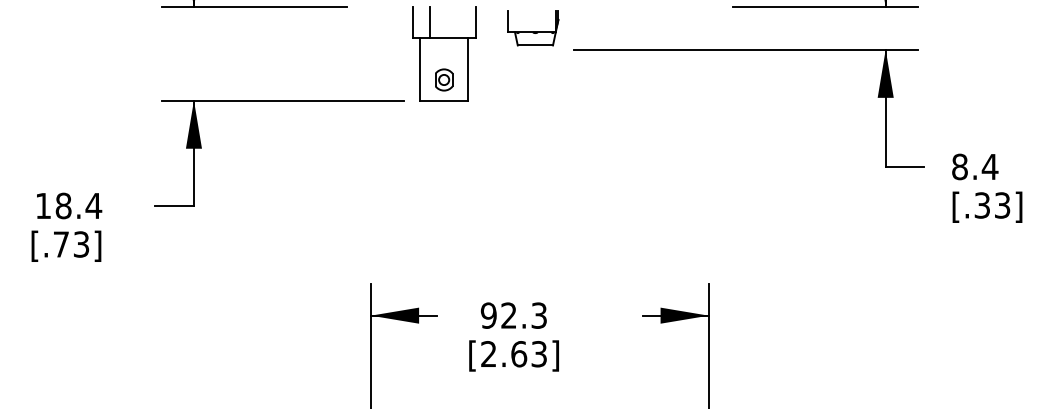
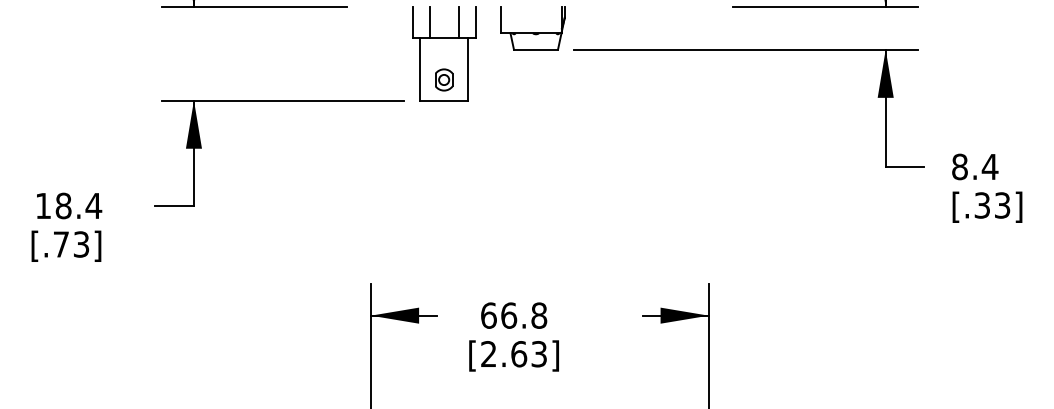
line at (458, 22): none -> present
part at (533, 28) size: 53x37 px -> 66x45 px
text at (513, 315): 92.3 -> 66.8
